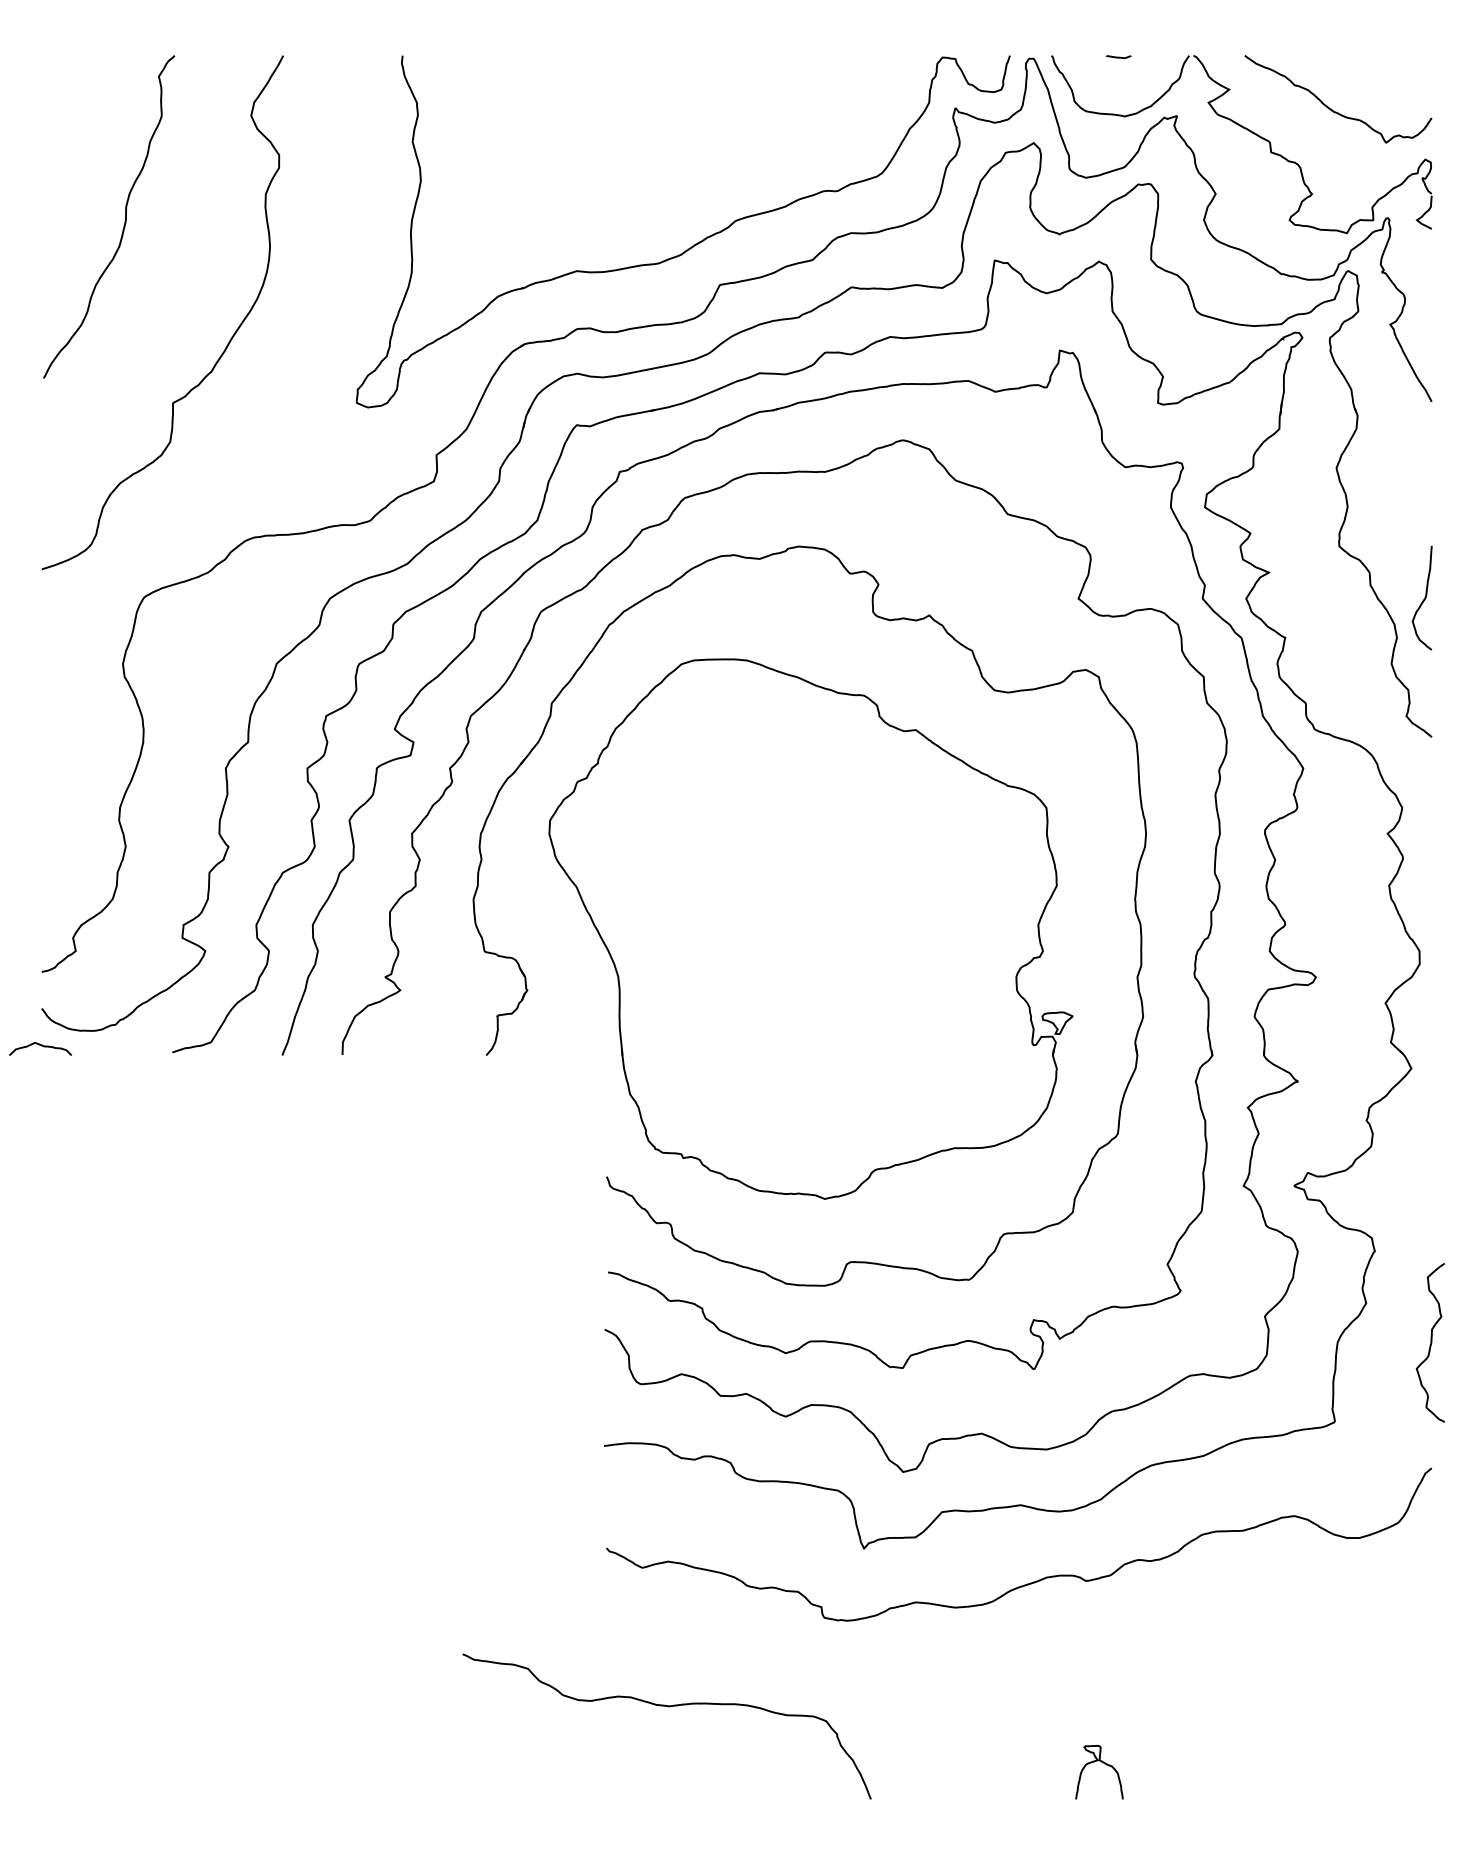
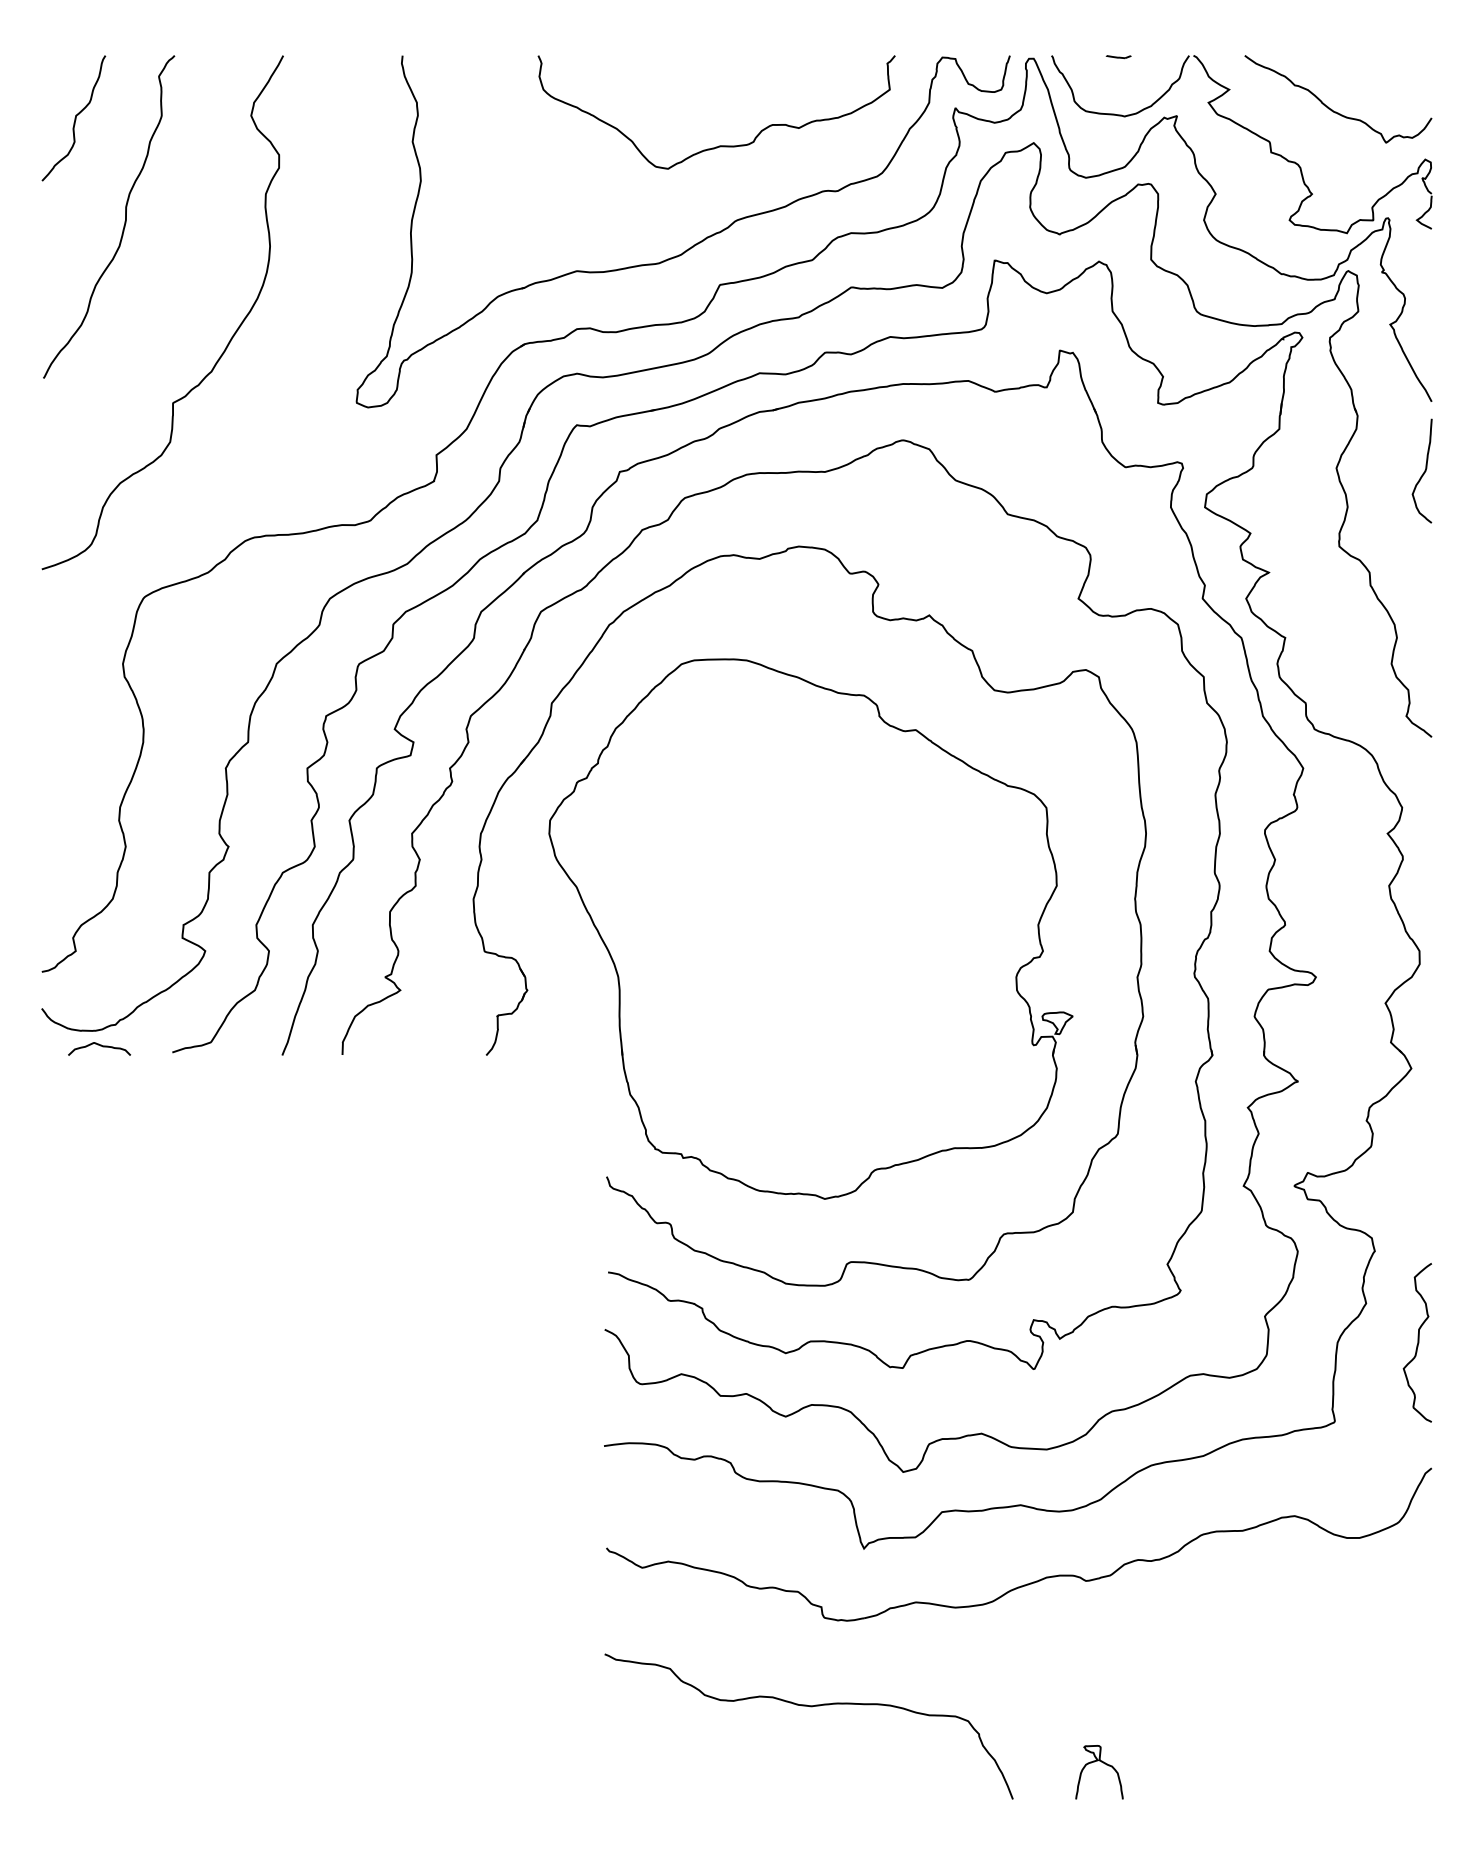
curve at (74, 118): none -> present
curve at (718, 145): none -> present
curve at (1423, 599) position: (1423, 599) -> (1423, 472)
curve at (41, 1046) position: (41, 1046) -> (100, 1046)
curve at (1430, 1342) position: (1430, 1342) -> (1417, 1342)
curve at (668, 1707) position: (668, 1707) -> (810, 1707)
